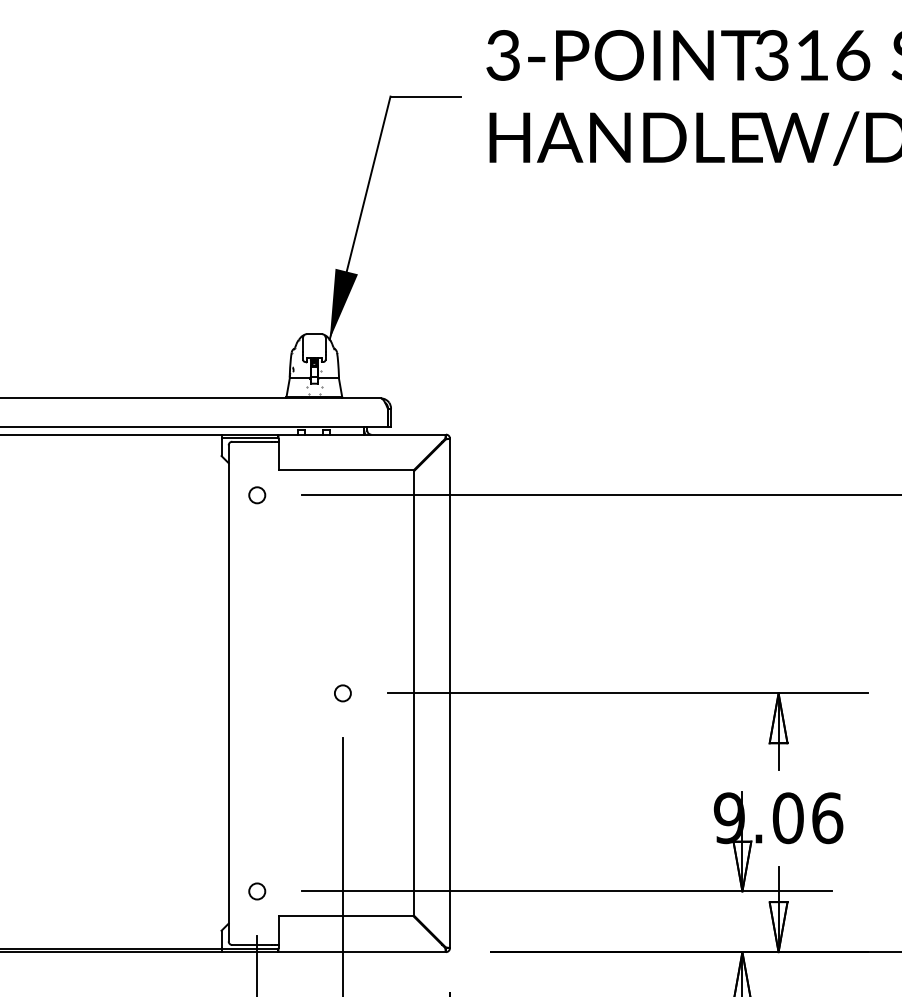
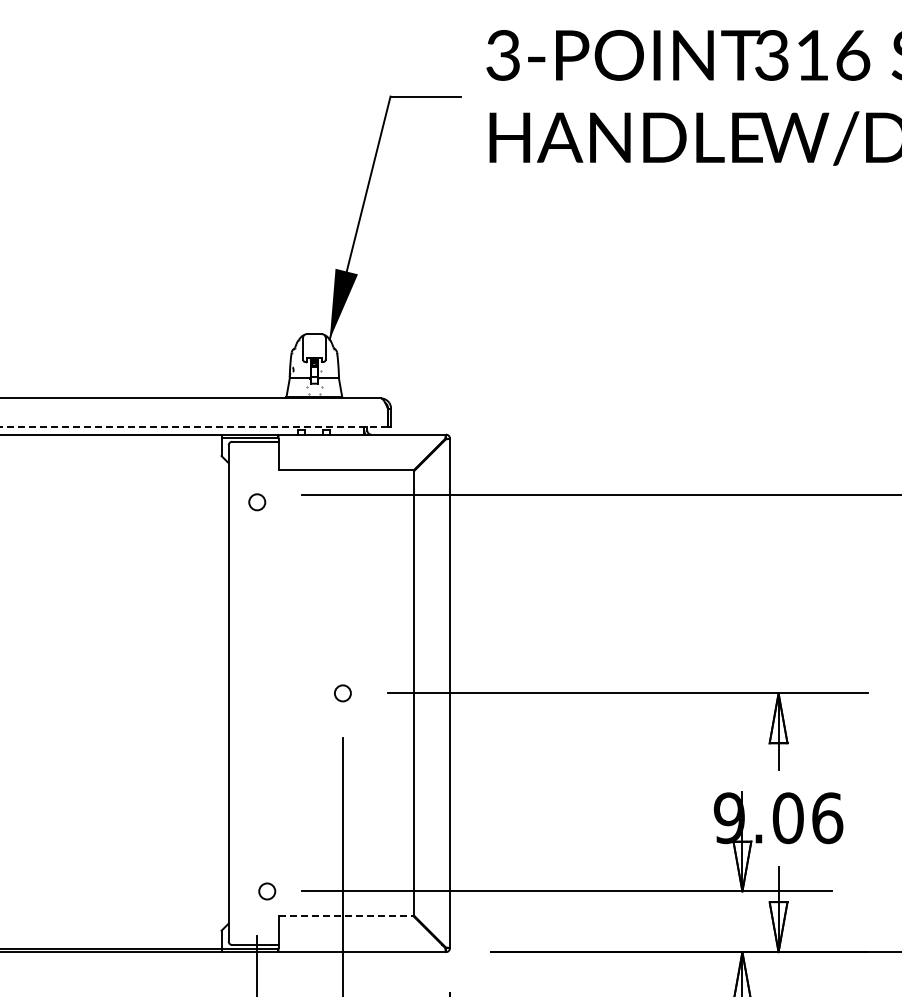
line at (194, 427): solid -> dashed
circle at (257, 495) position: (257, 495) -> (257, 502)
circle at (257, 891) position: (257, 891) -> (267, 891)
line at (346, 916): solid -> dashed
